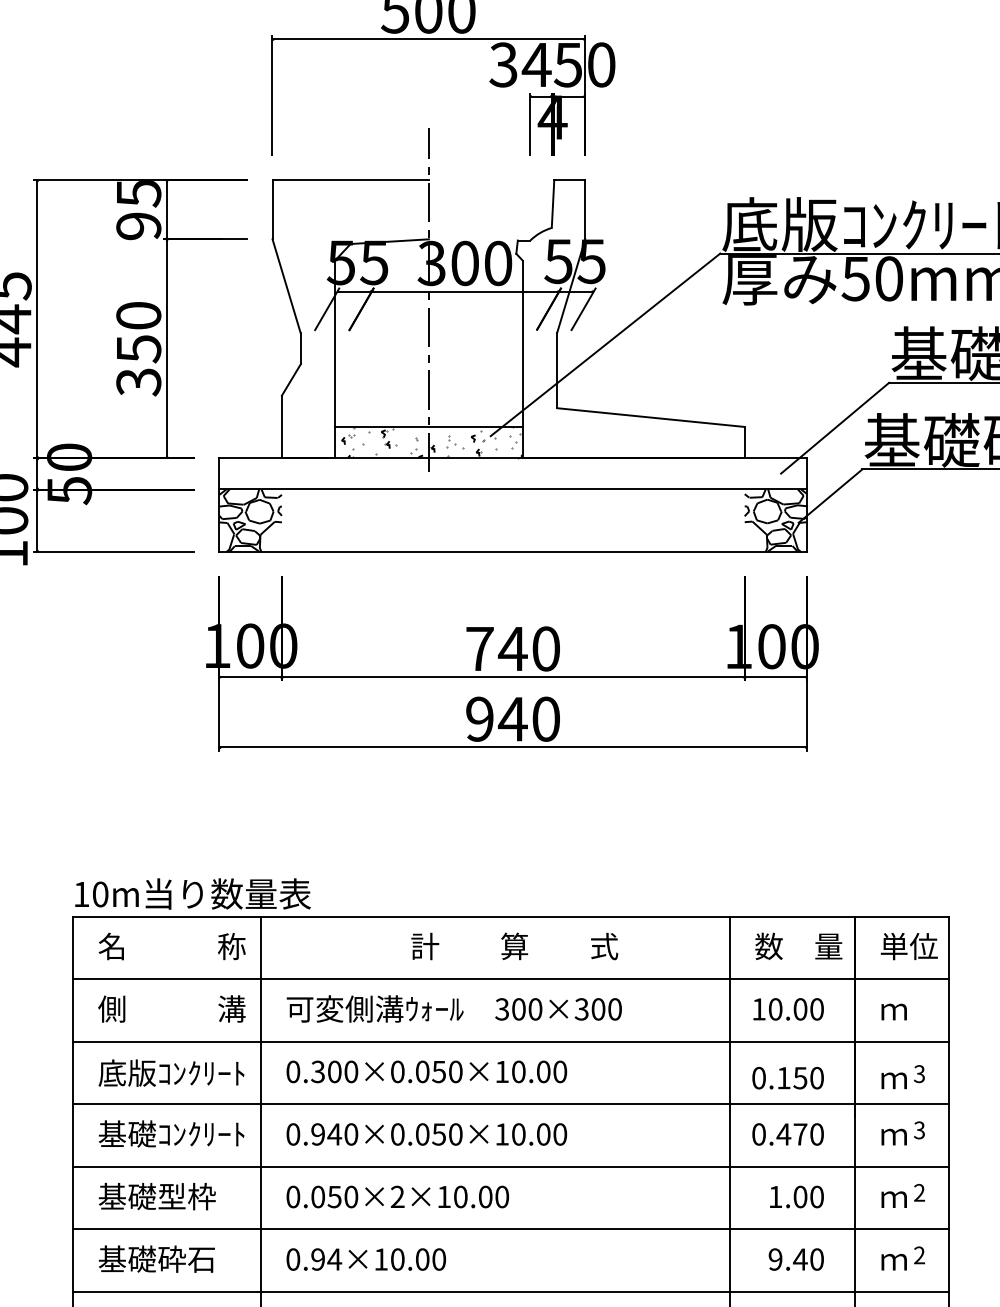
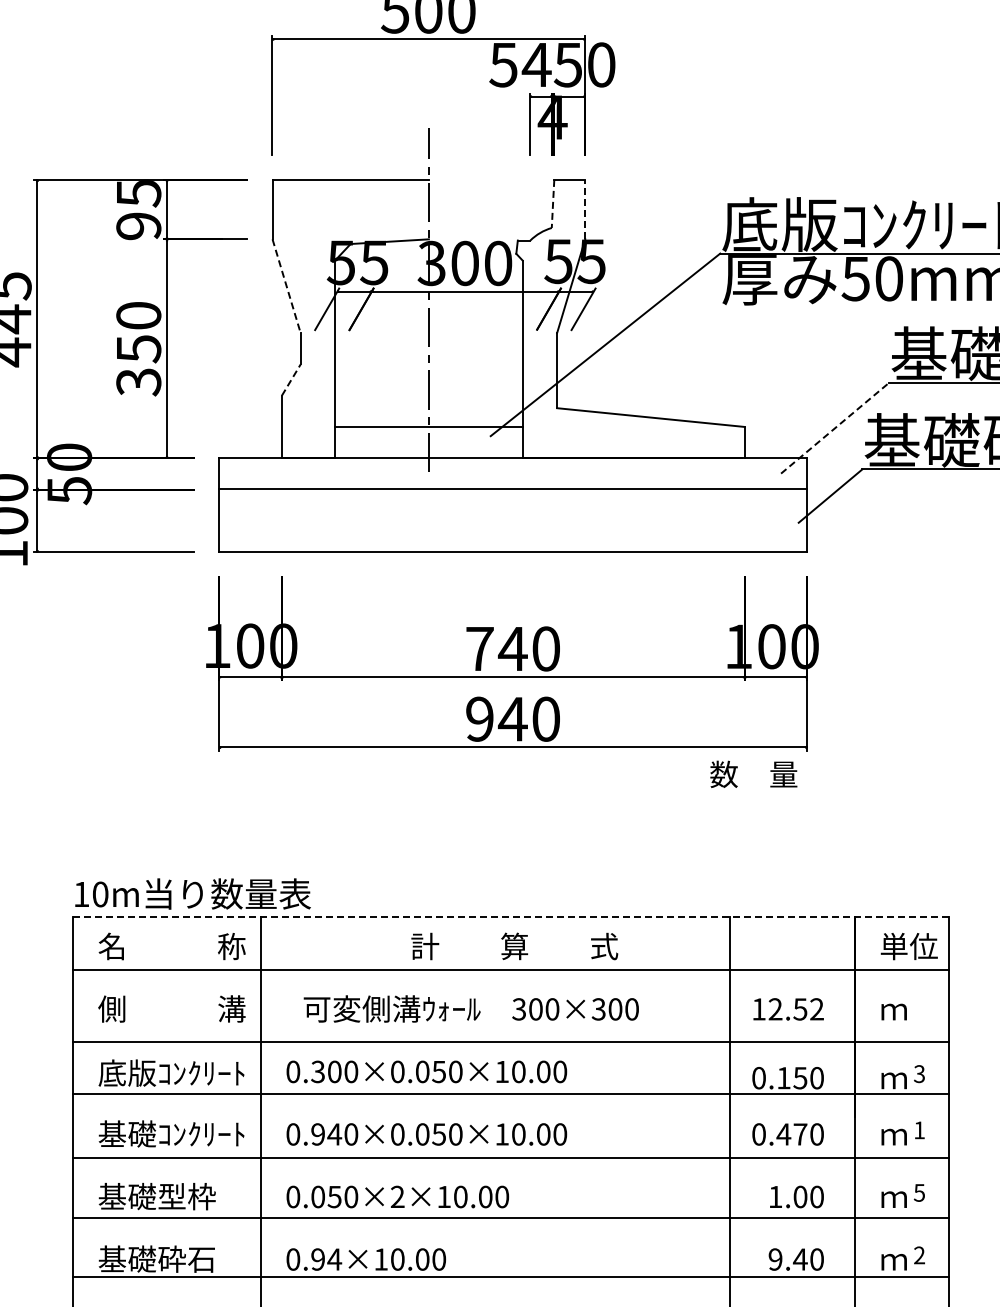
text at (503, 64): 34 -> 54
line at (553, 204): solid -> dashed
line at (585, 209): solid -> dashed
line at (286, 286): solid -> dashed
line at (291, 379): solid -> dashed
line at (835, 428): solid -> dashed
hatch at (431, 442): present -> none
hatch at (250, 520): present -> none
hatch at (775, 520): present -> none
line at (510, 916): solid -> dashed
text at (798, 945) position: (798, 945) -> (753, 773)
line at (510, 979) position: (510, 979) -> (510, 970)
text at (453, 1008) position: (453, 1008) -> (470, 1008)
text at (795, 1009): 10.00 -> 12.52
line at (510, 1104) position: (510, 1104) -> (510, 1094)
text at (919, 1130): 3 -> 1
line at (510, 1166) position: (510, 1166) -> (510, 1157)
text at (918, 1192): 2 -> 5
line at (510, 1229) position: (510, 1229) -> (510, 1218)
line at (510, 1291) position: (510, 1291) -> (510, 1276)
